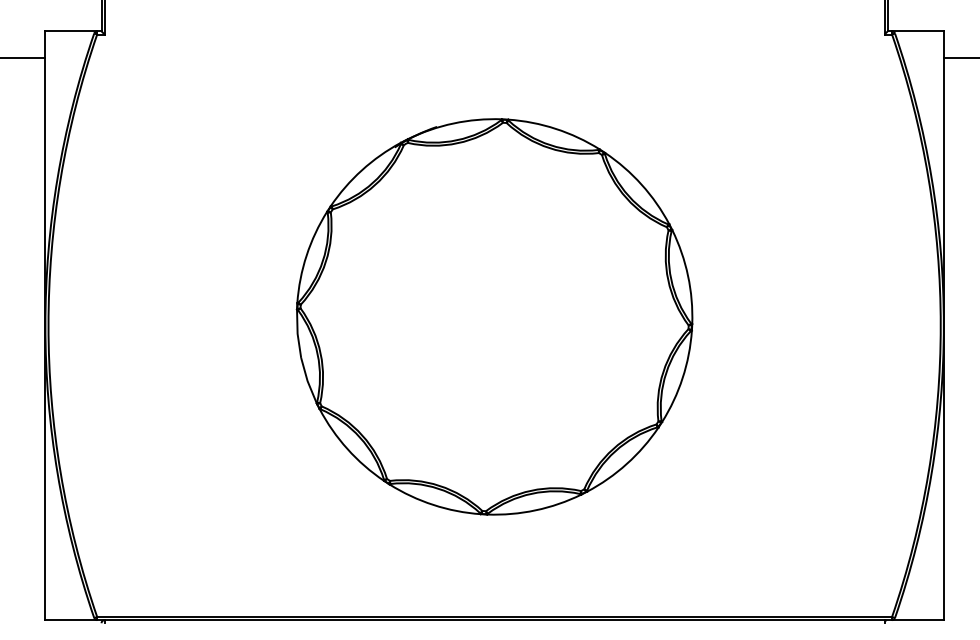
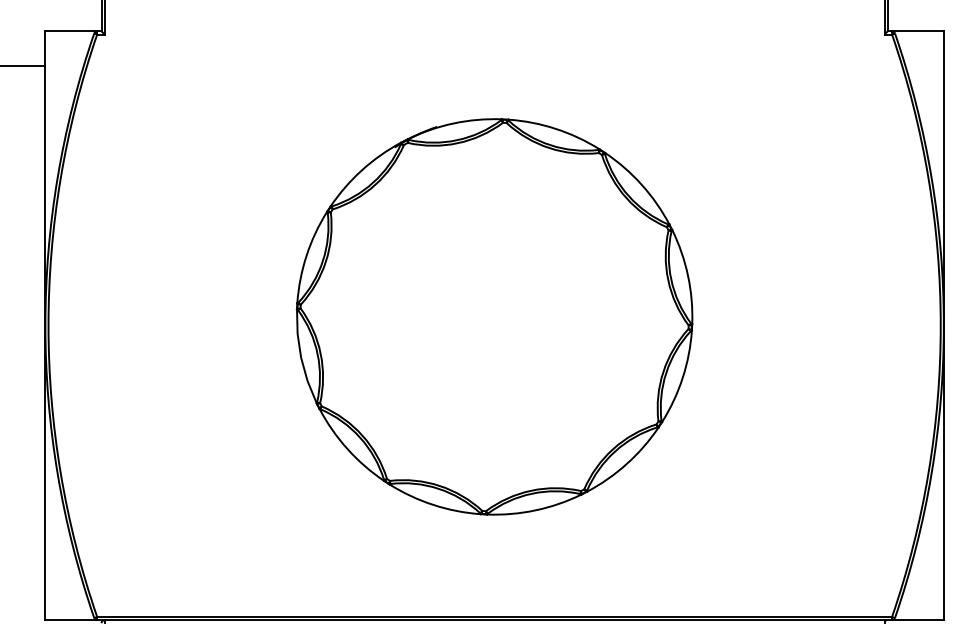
line at (23, 58) position: (23, 58) -> (23, 66)
line at (959, 58): present -> none
